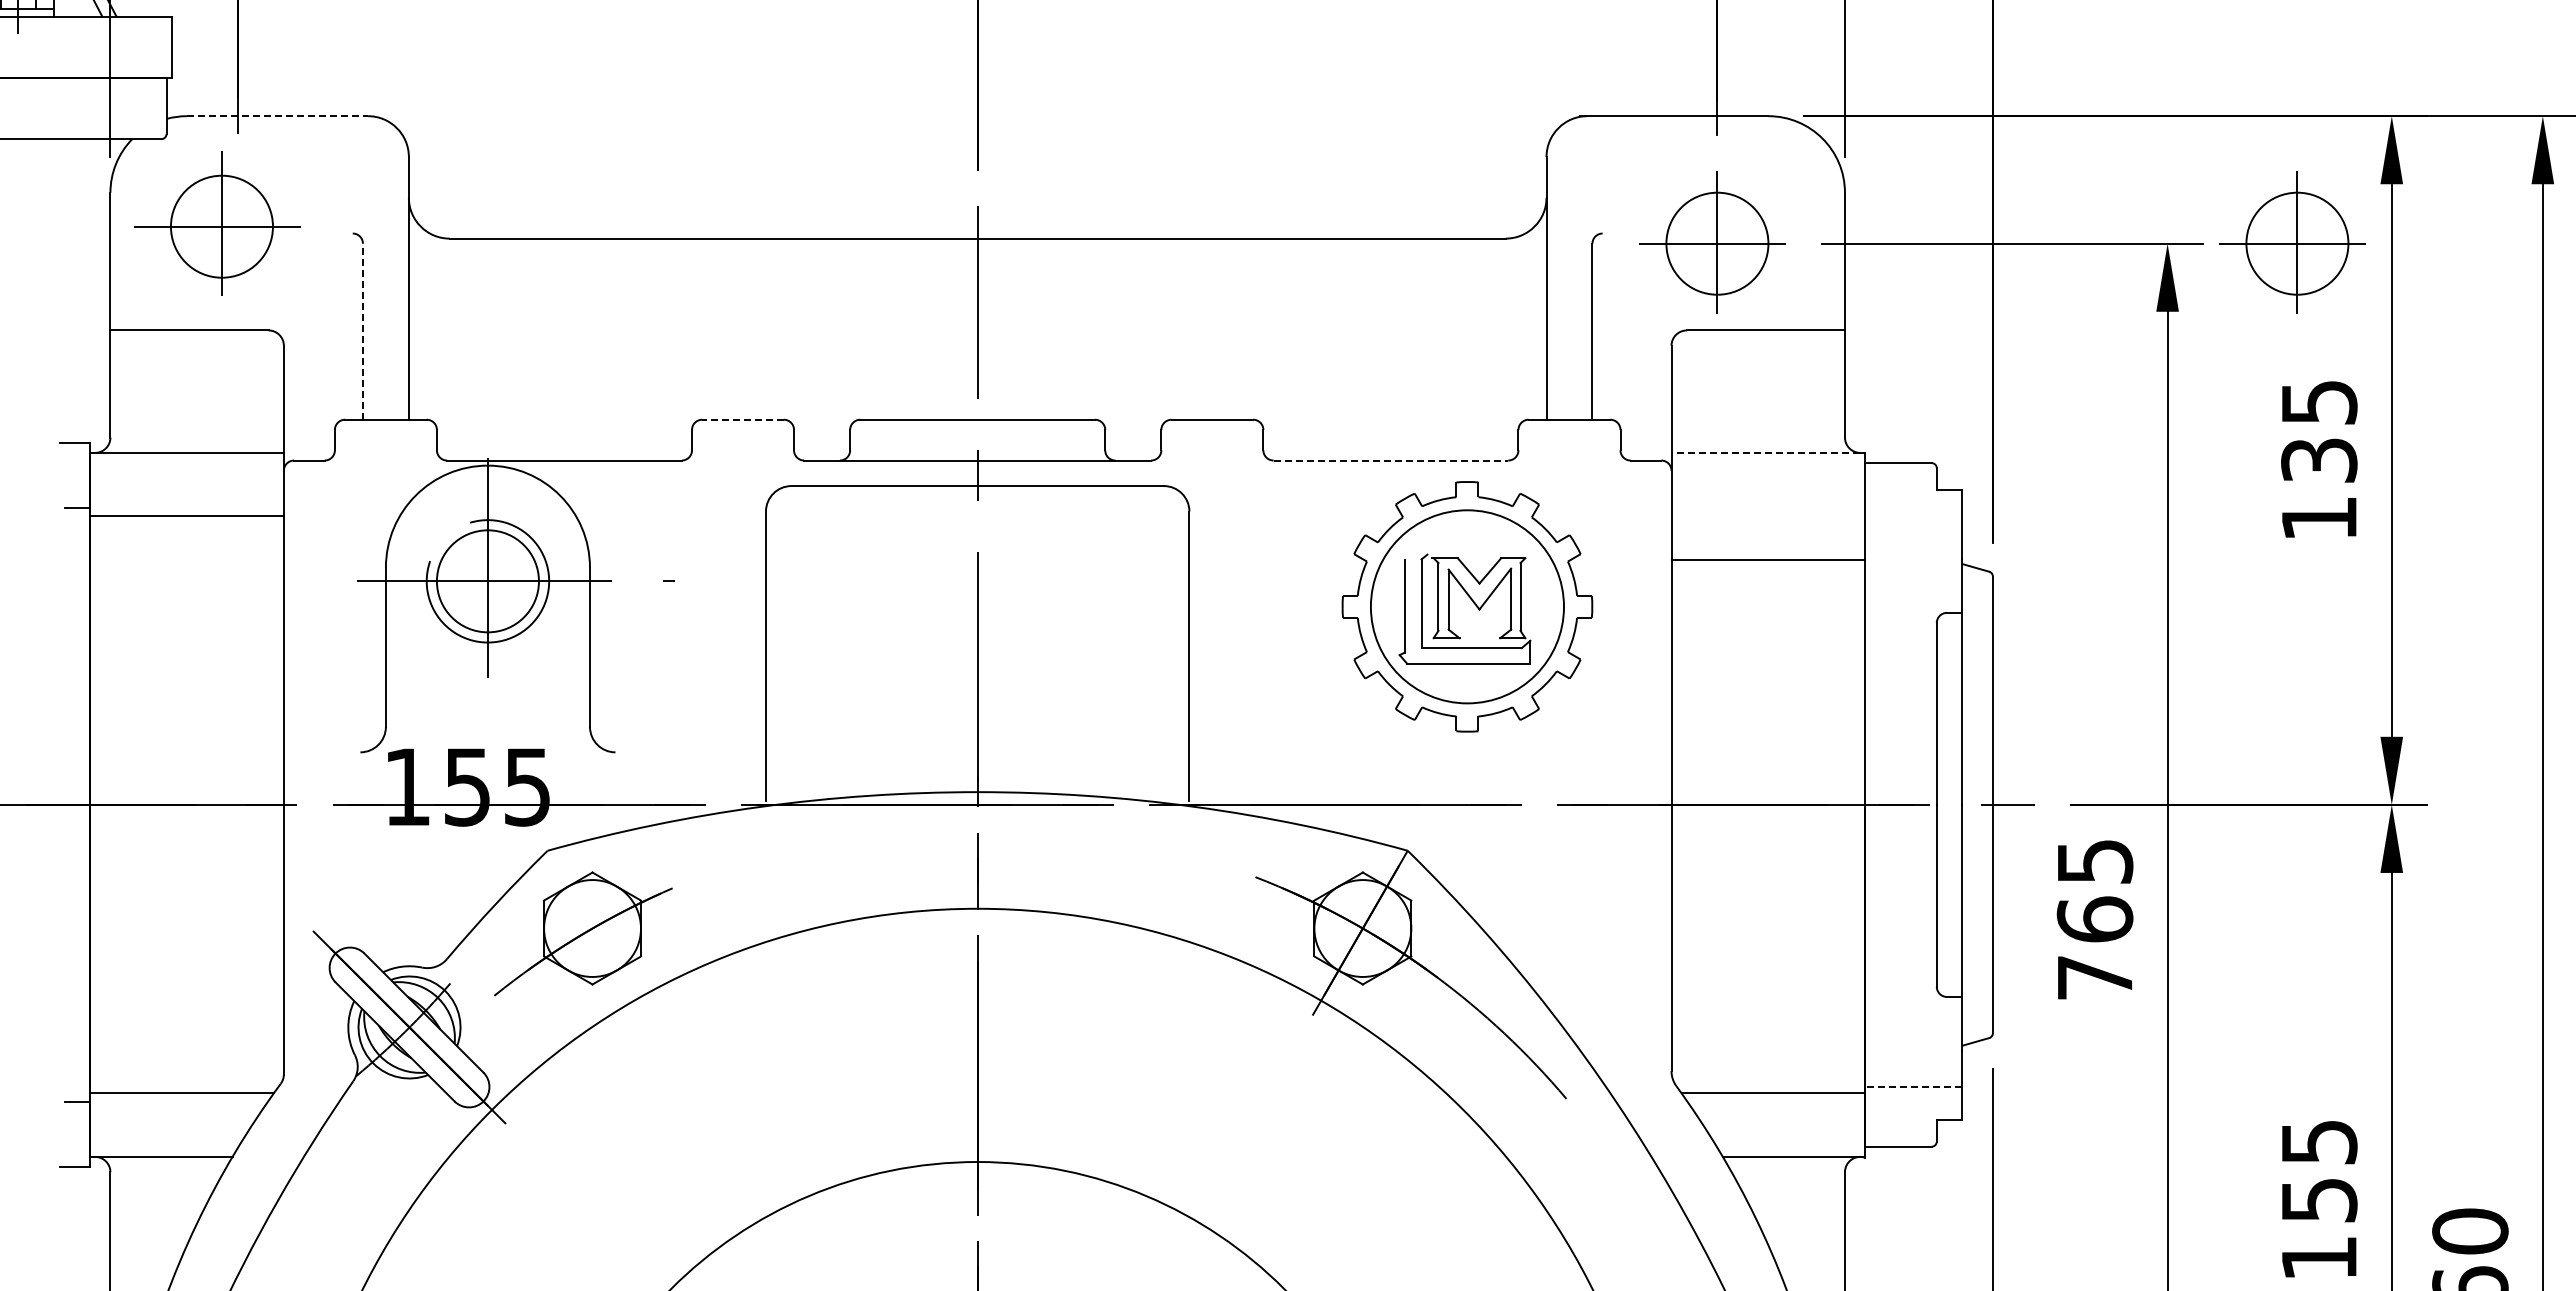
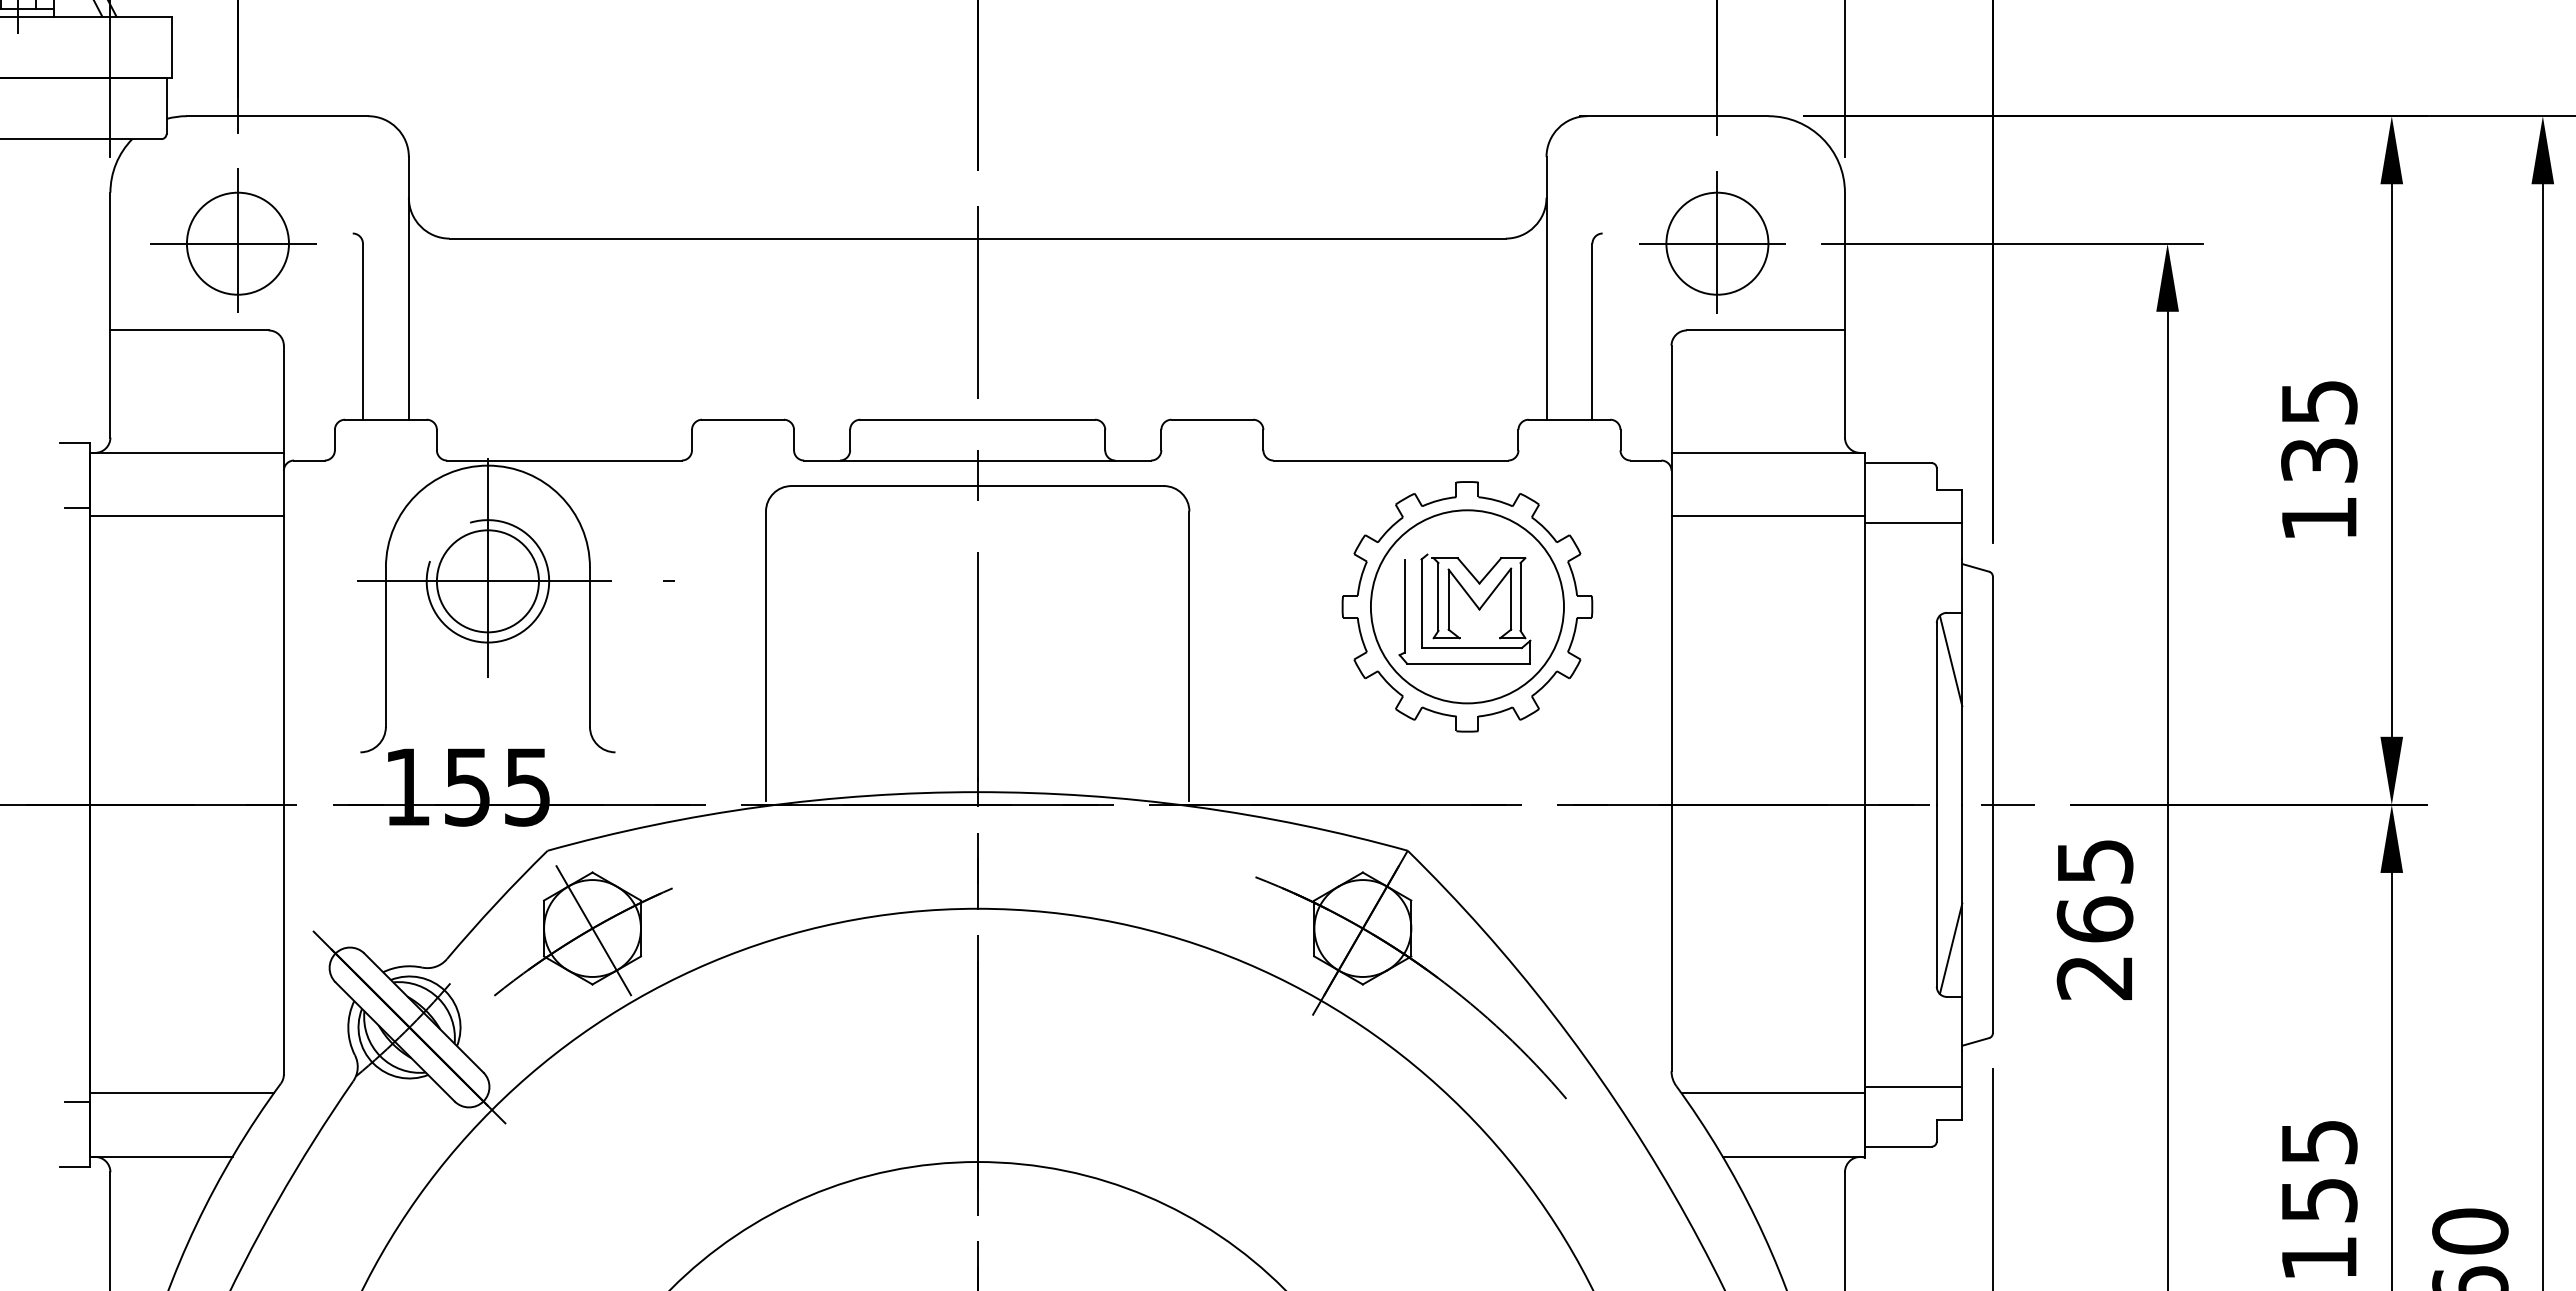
line at (277, 116): dashed -> solid
part at (217, 223) position: (217, 223) -> (233, 240)
part at (2292, 242): present -> none
line at (362, 331): dashed -> solid
line at (743, 419): dashed -> solid
line at (1765, 452): dashed -> solid
line at (1391, 460): dashed -> solid
line at (1913, 522): none -> present
line at (1768, 560) position: (1768, 560) -> (1768, 516)
line at (1950, 660): none -> present
line at (593, 930): none -> present
line at (1950, 948): none -> present
text at (2093, 978): 765 -> 265
line at (1913, 1086): dashed -> solid
